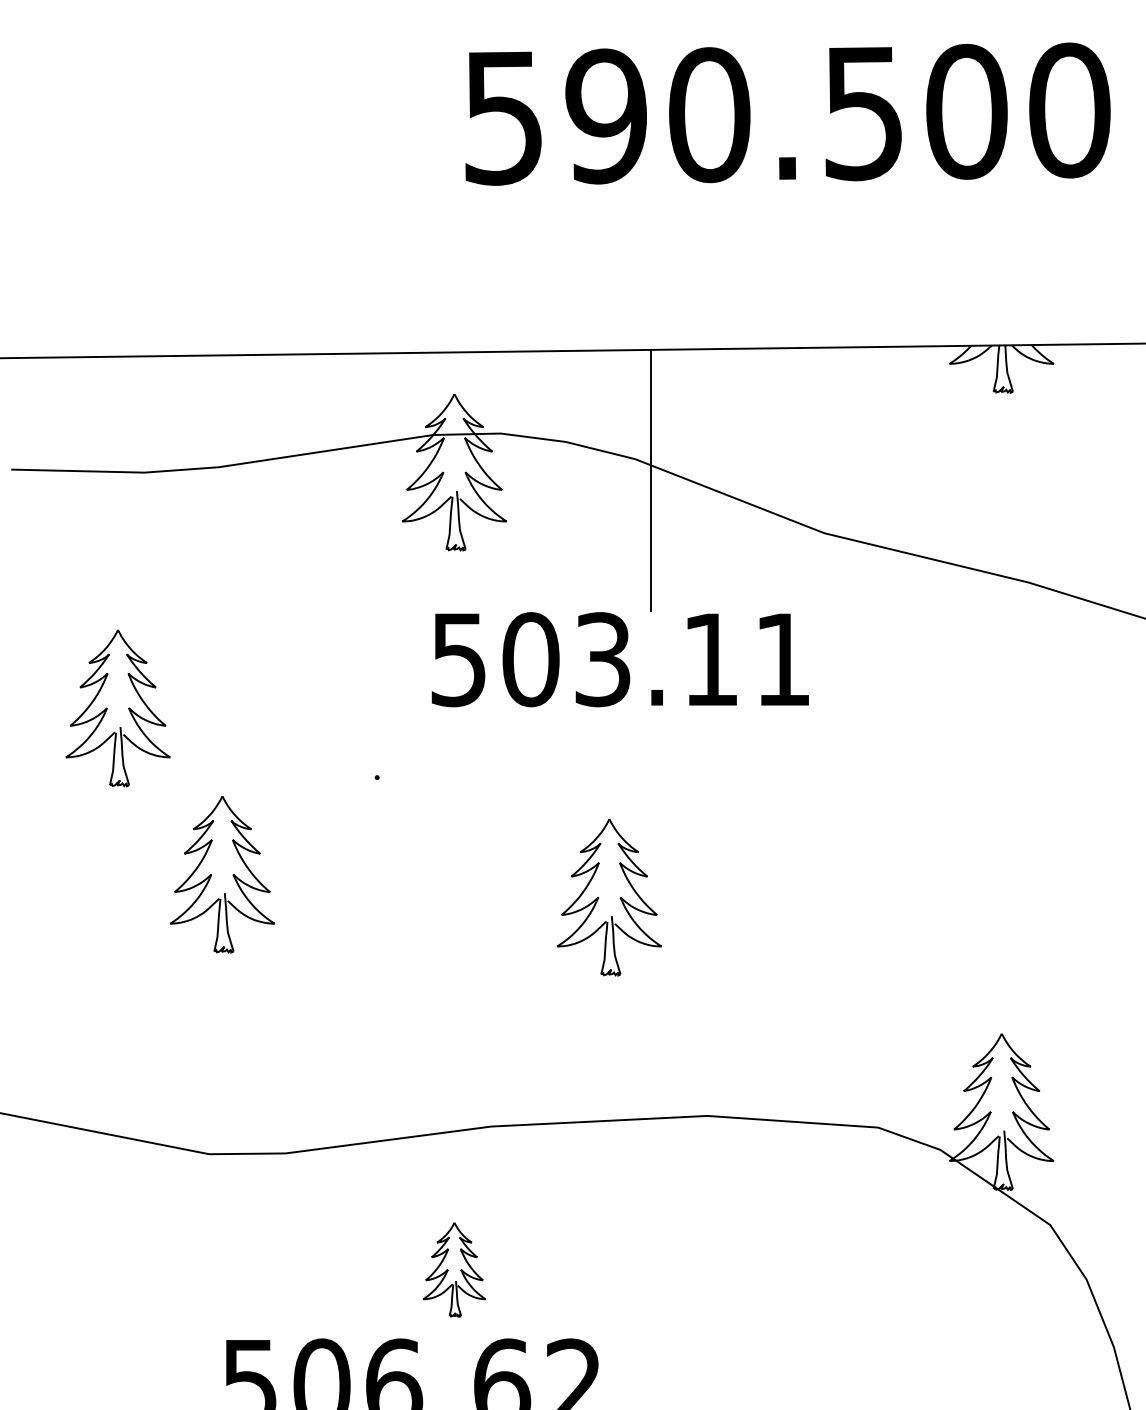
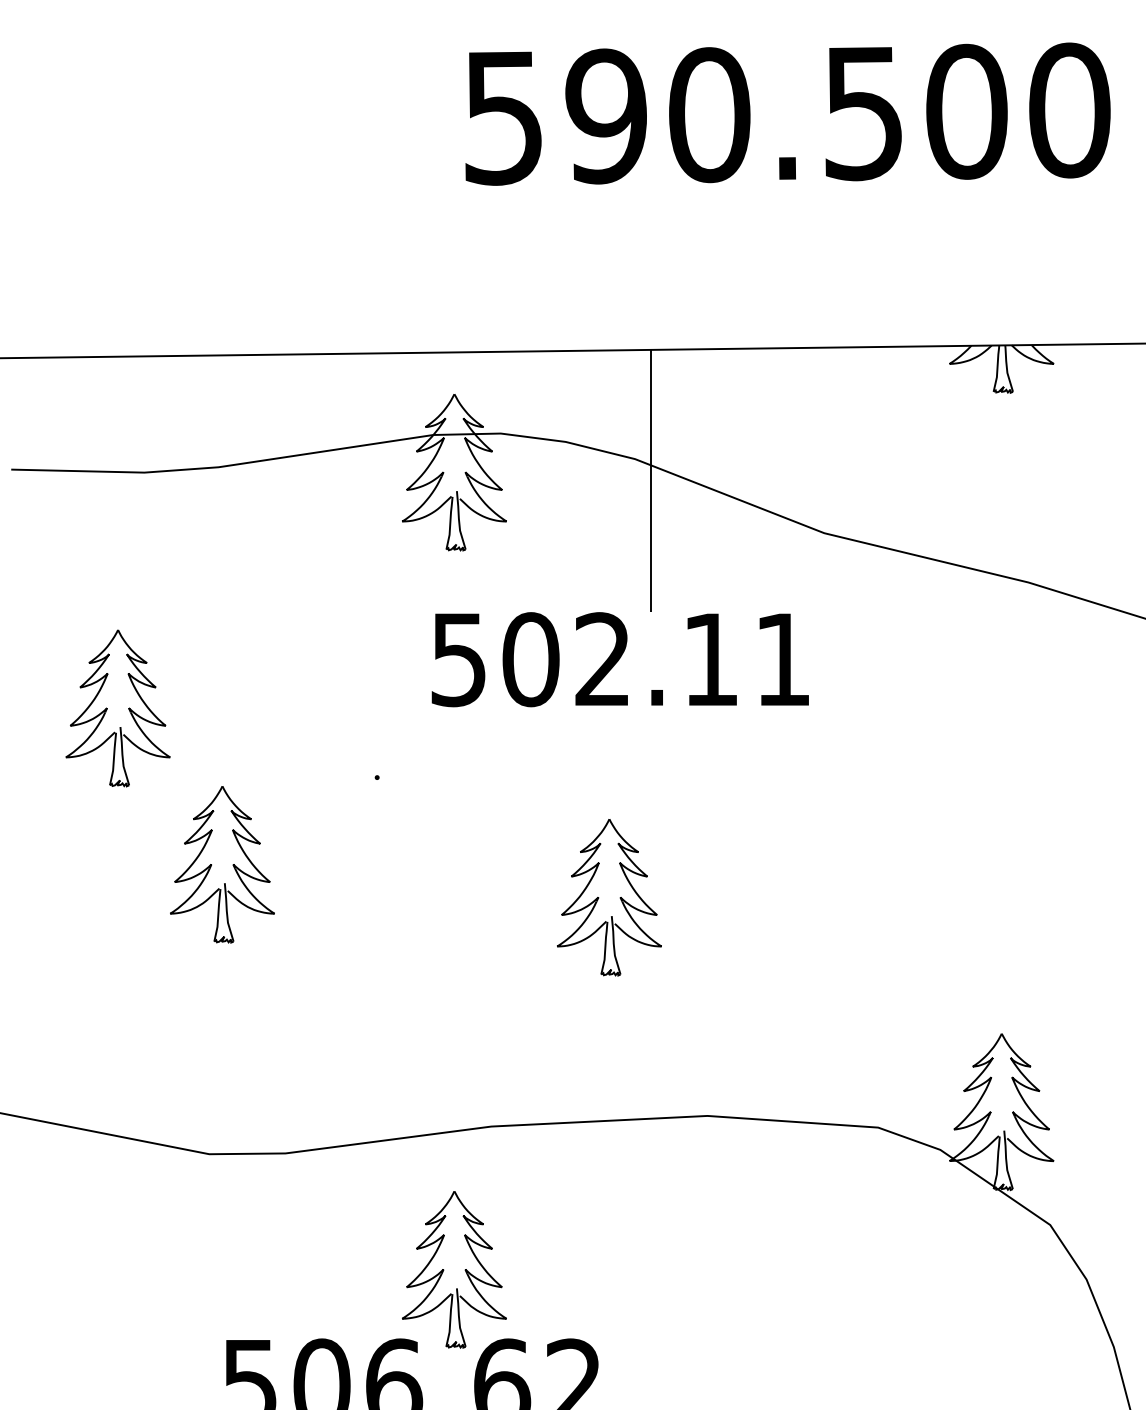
text at (602, 659): 503.11 -> 502.11
part at (222, 874) position: (222, 874) -> (222, 864)
part at (454, 1269) size: 65x96 px -> 105x158 px
